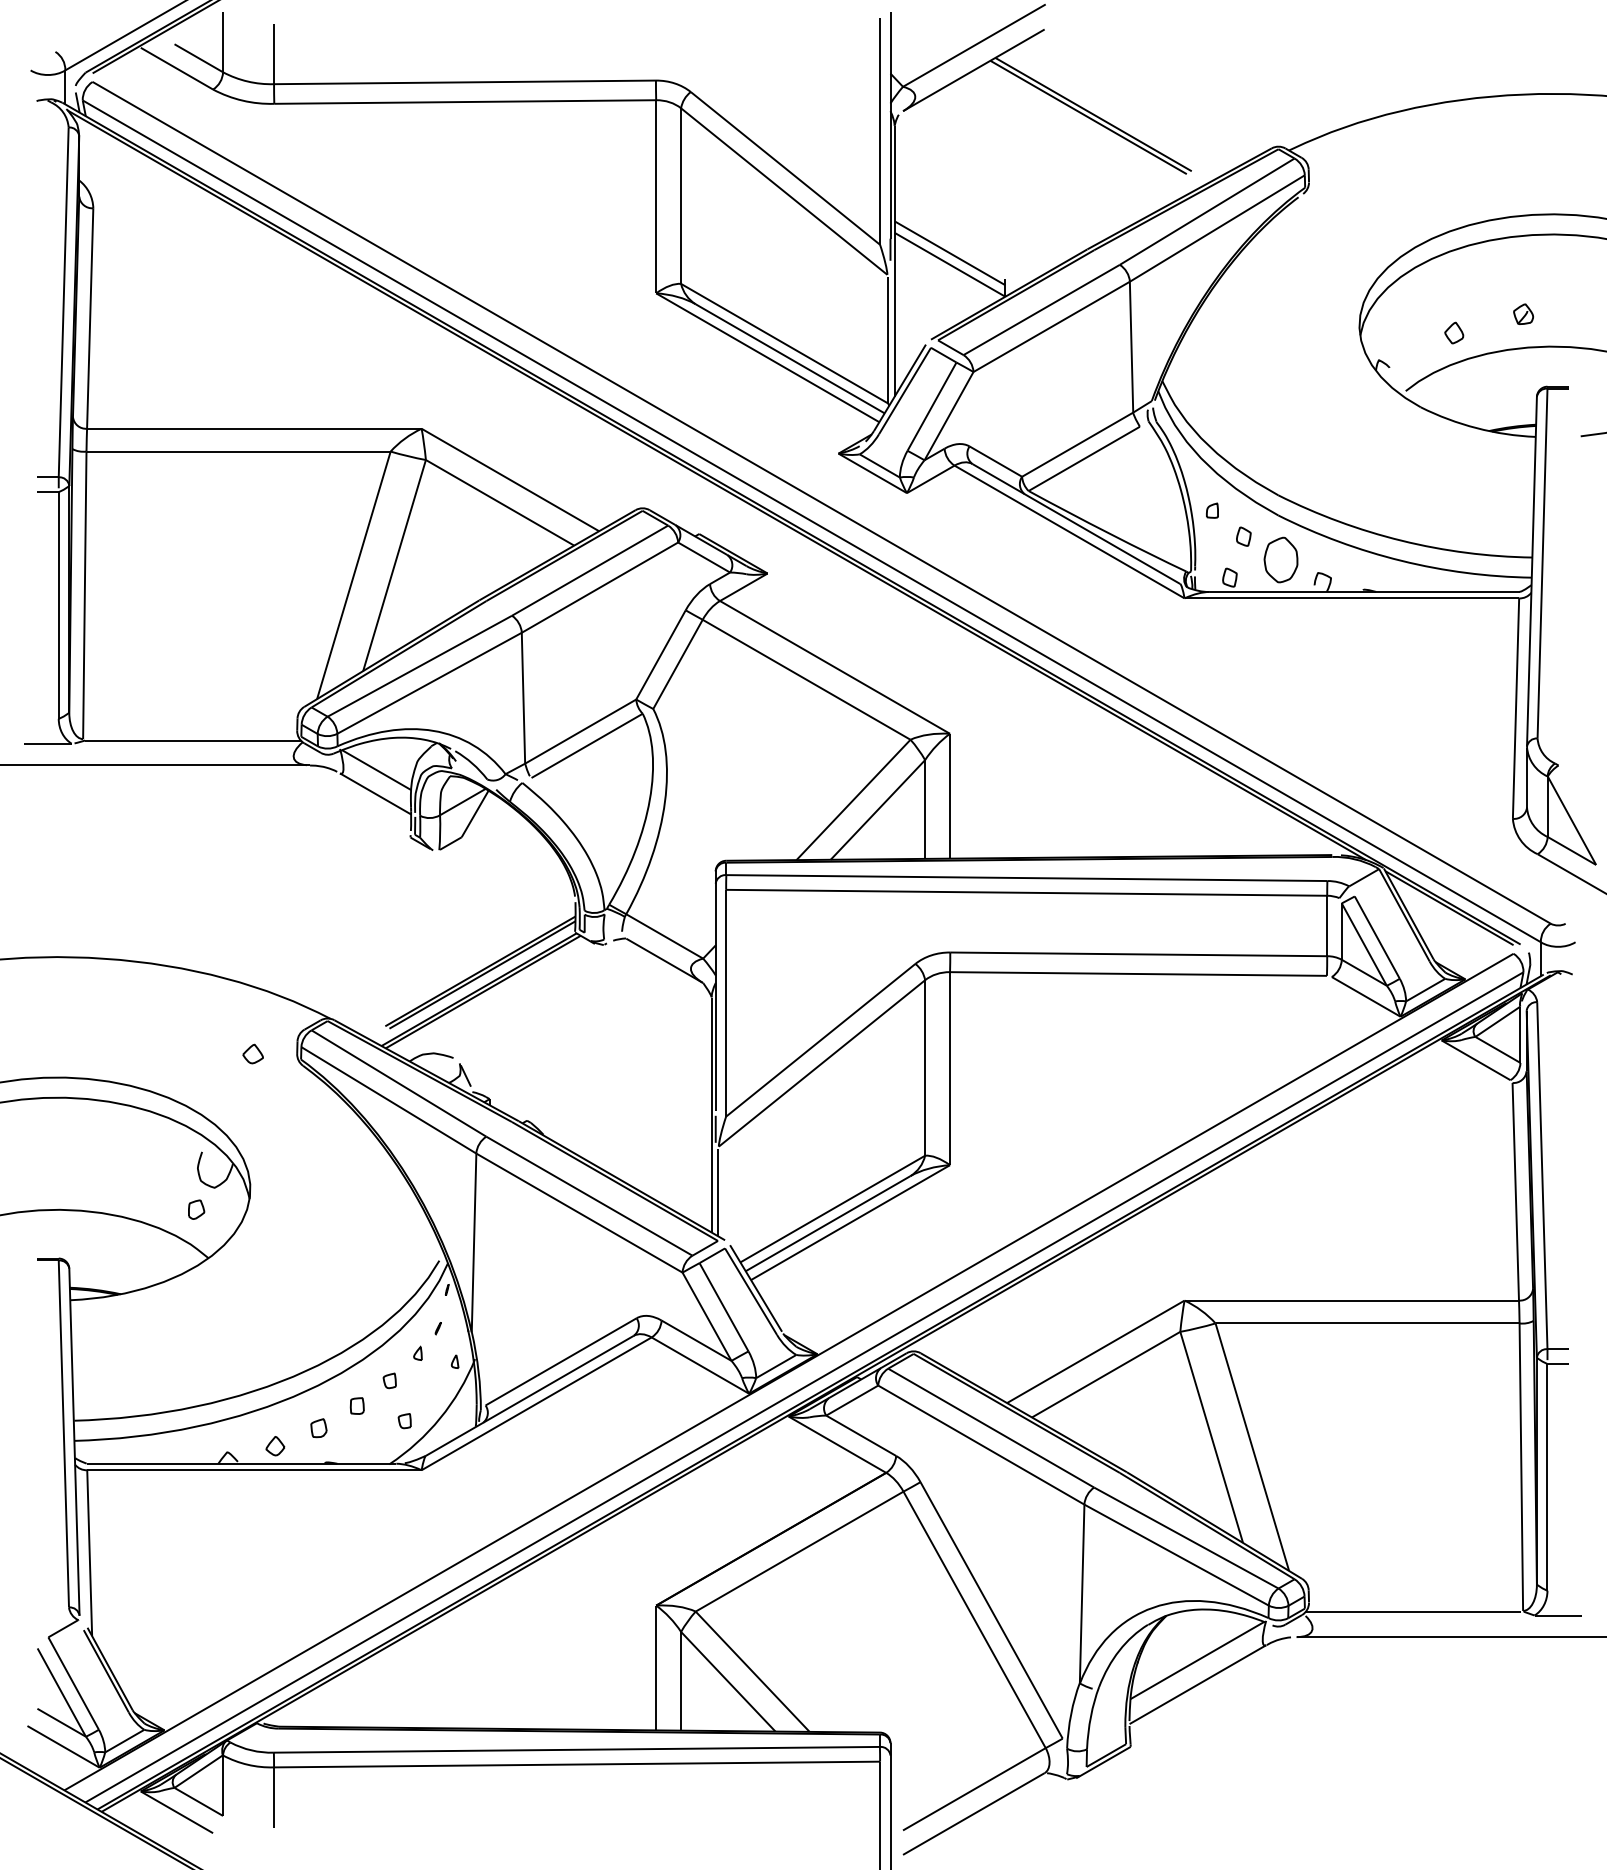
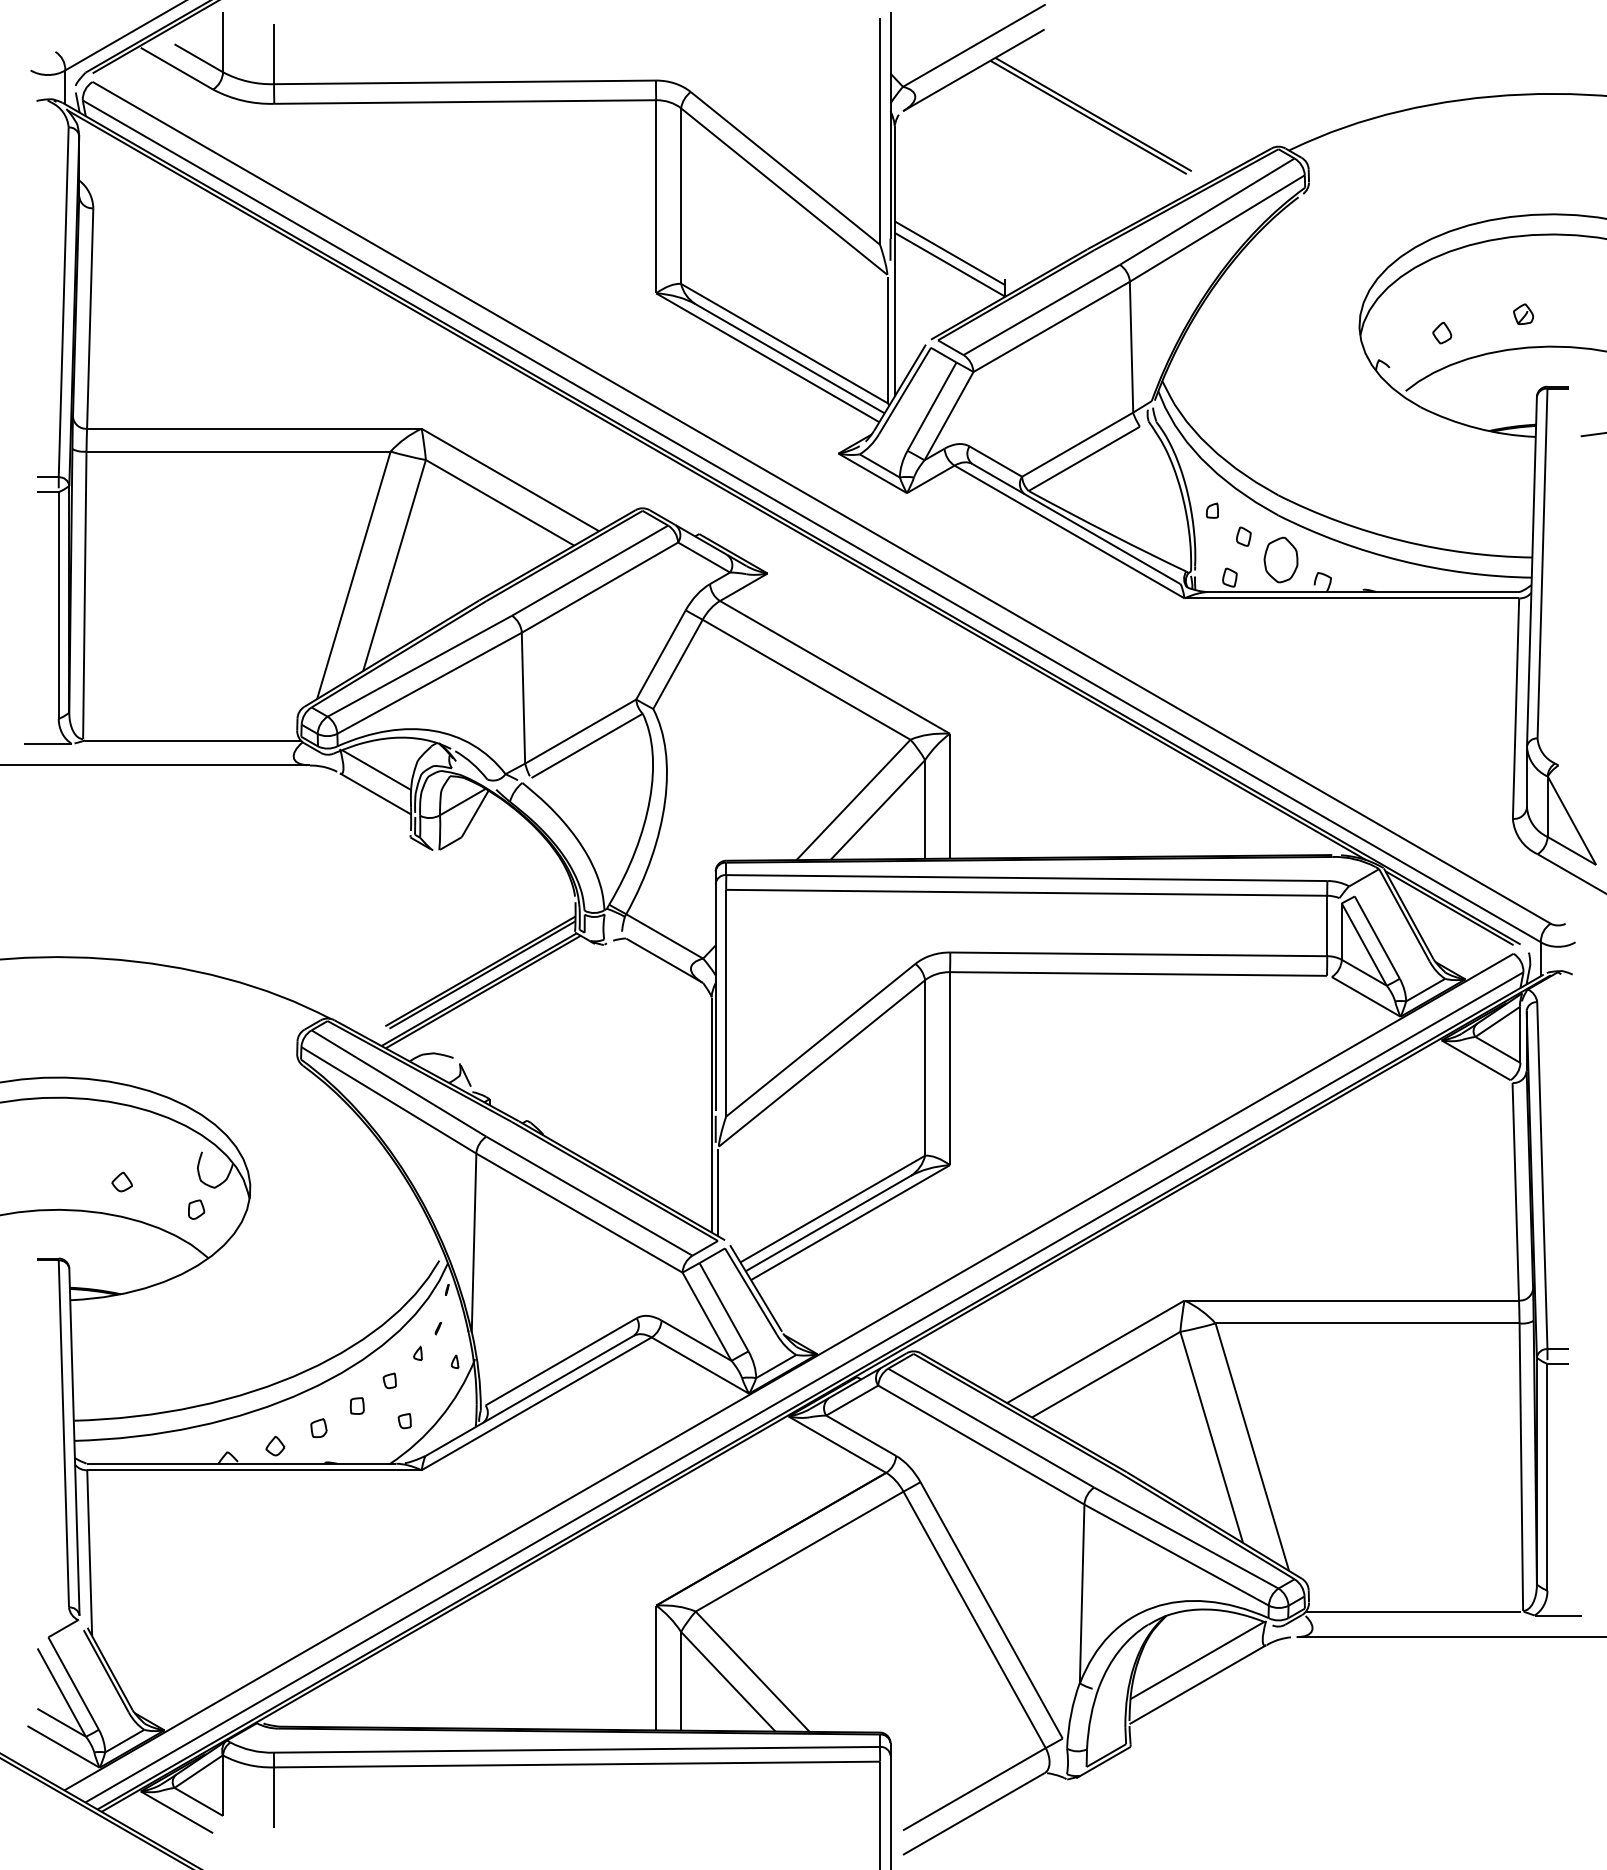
part at (1454, 332) position: (1454, 332) -> (1442, 332)
part at (252, 1053) position: (252, 1053) -> (121, 1181)
